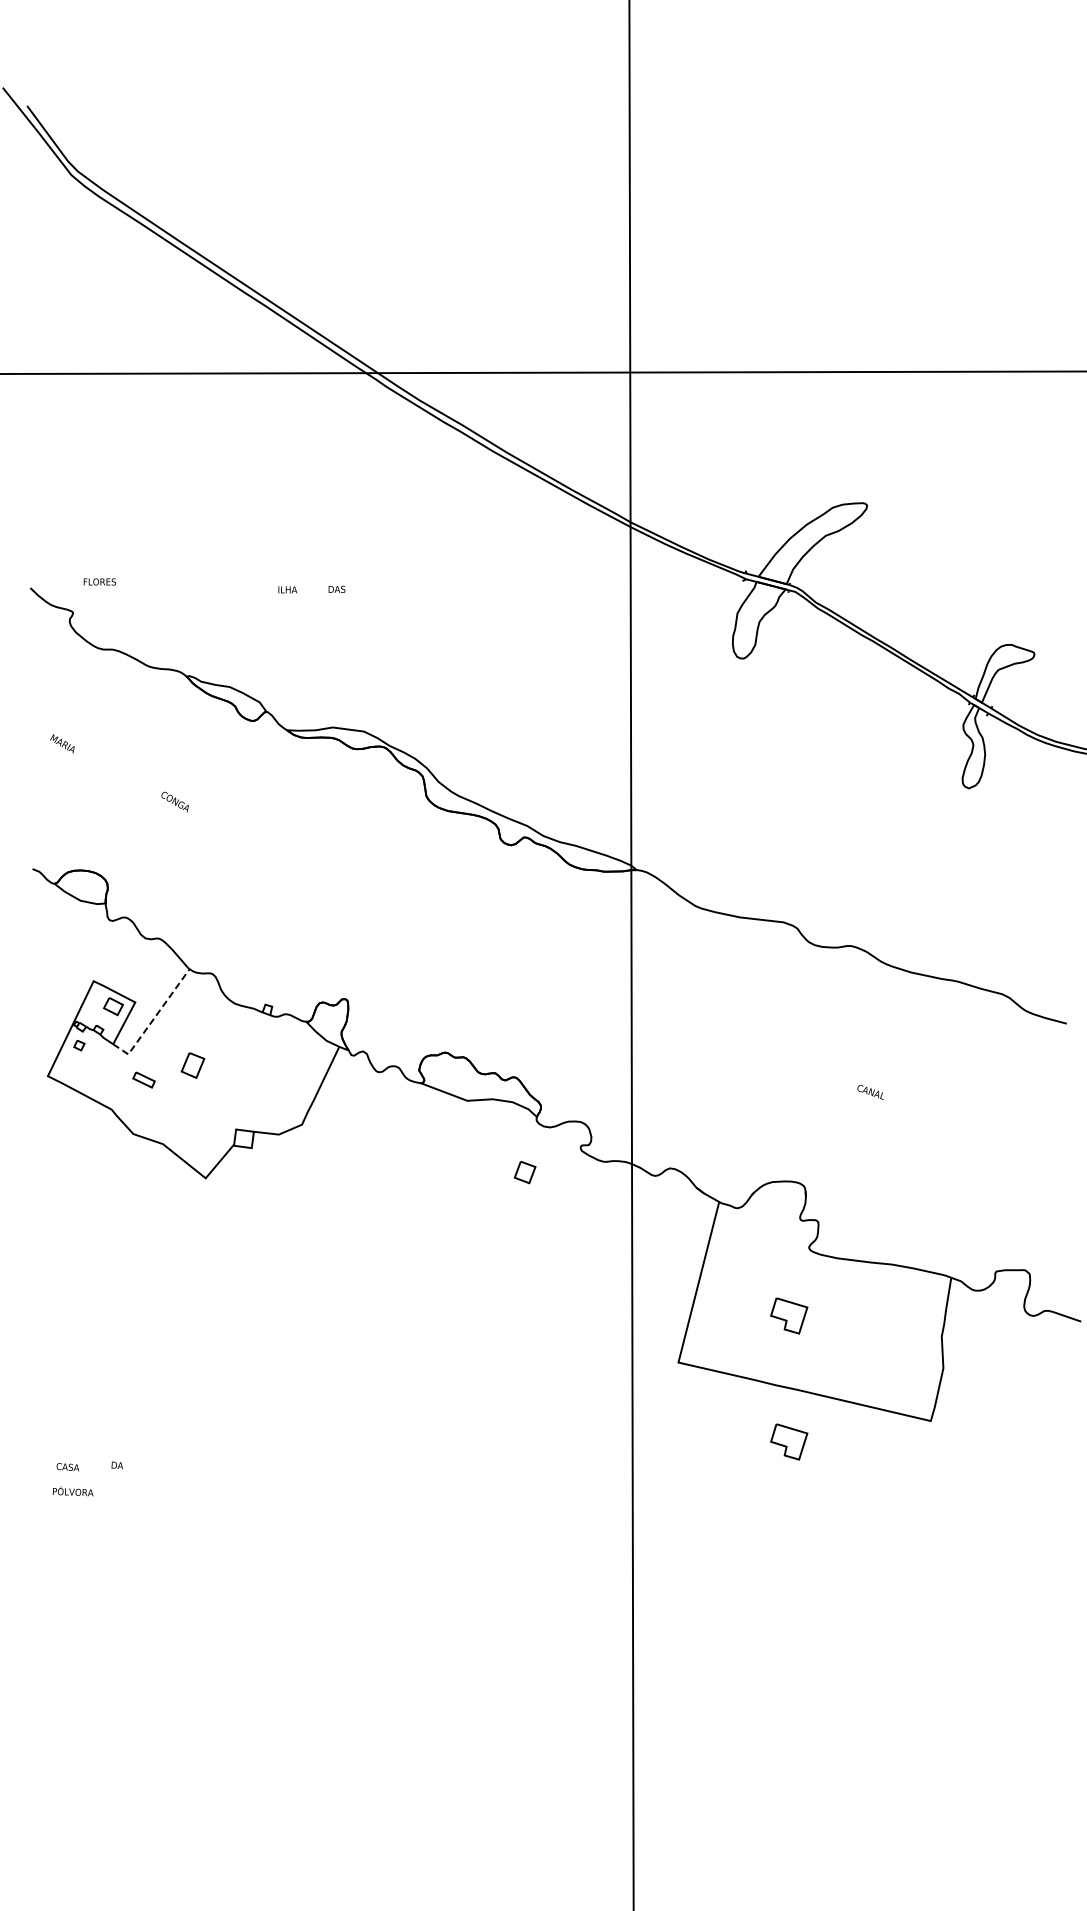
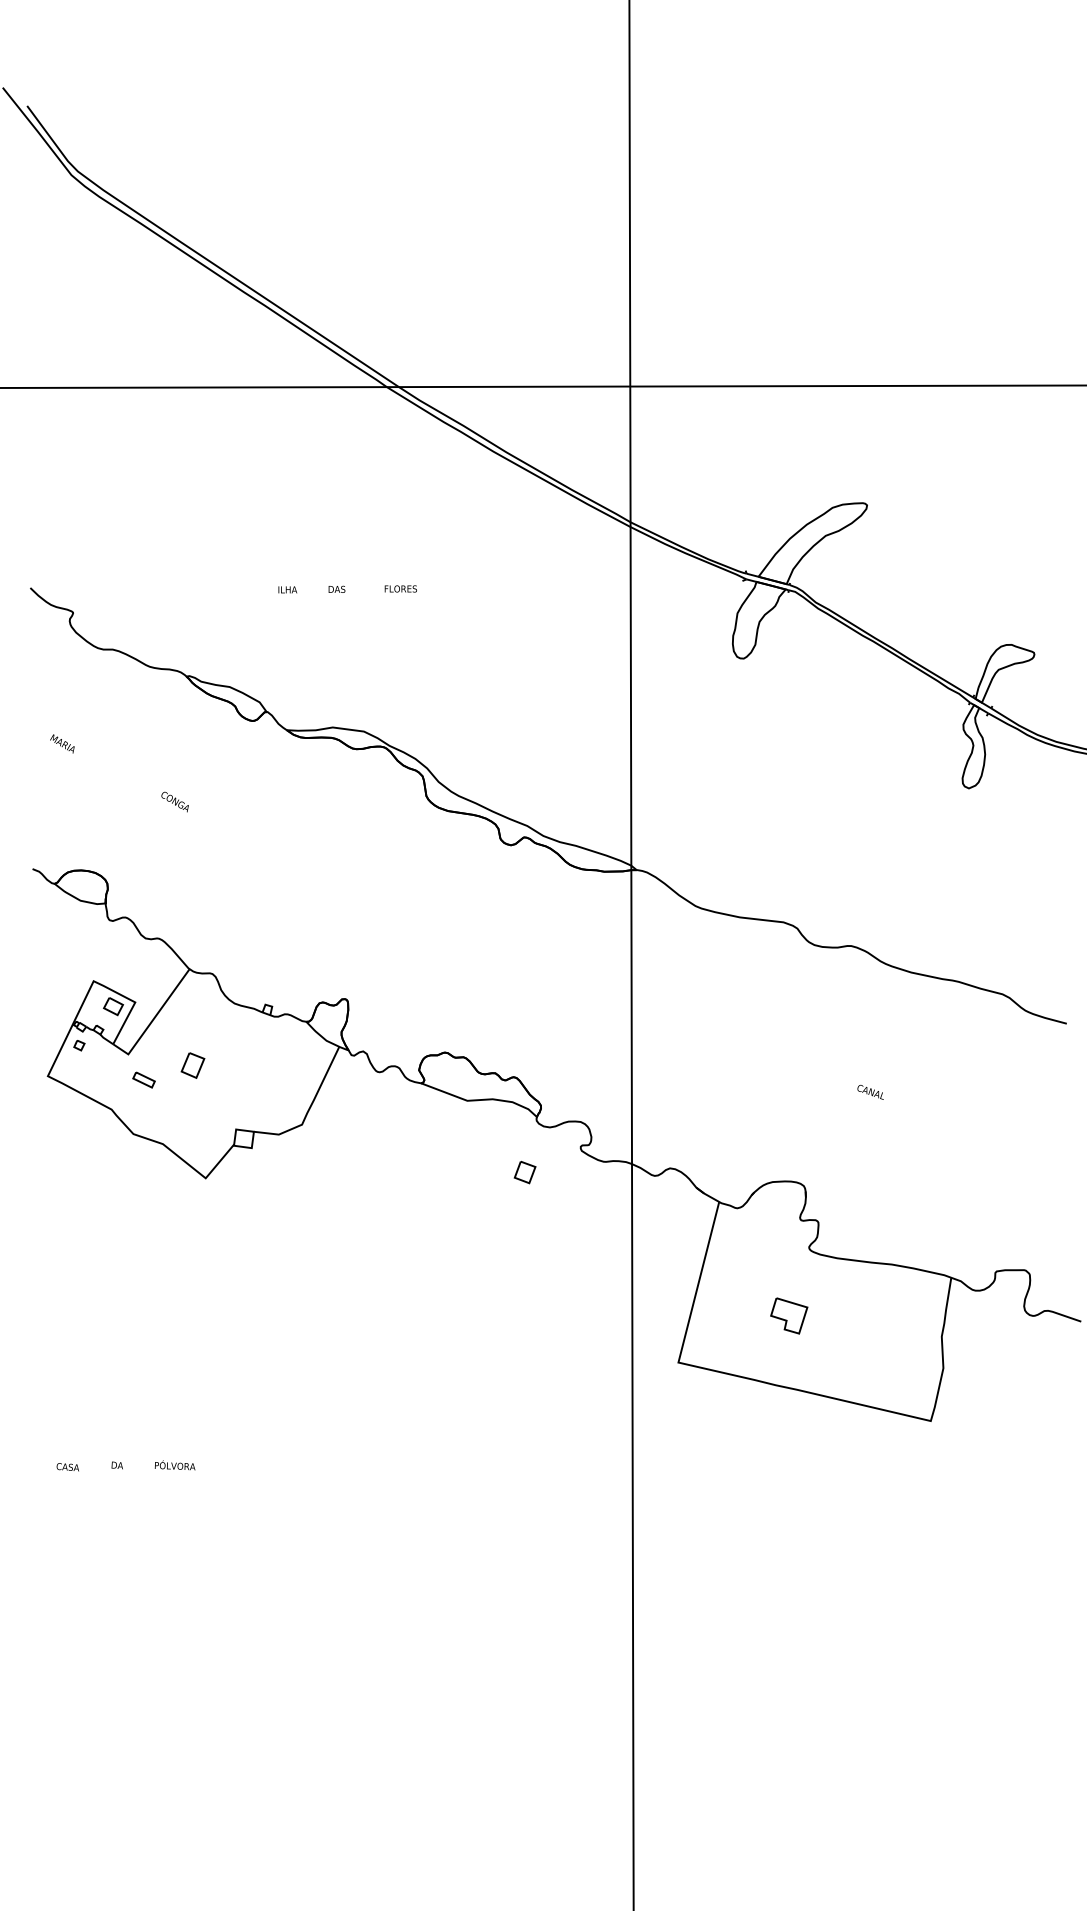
line at (542, 372) position: (542, 372) -> (542, 386)
text at (99, 581) position: (99, 581) -> (400, 588)
line at (153, 1018): dashed -> solid
part at (789, 1441): present -> none
text at (72, 1491) position: (72, 1491) -> (174, 1465)
